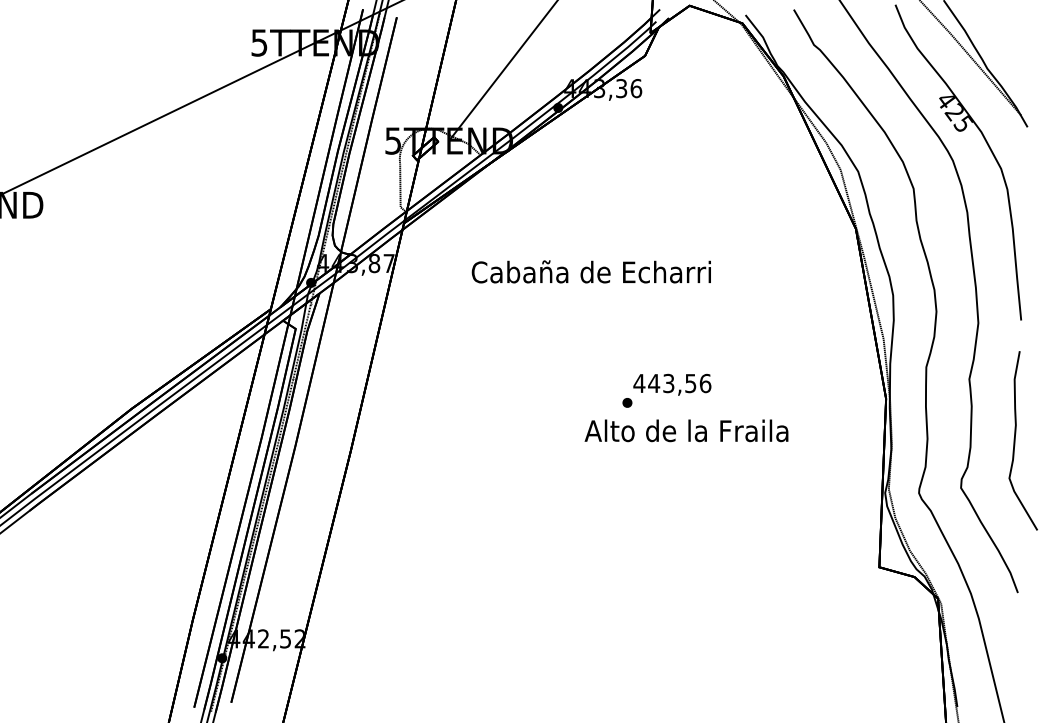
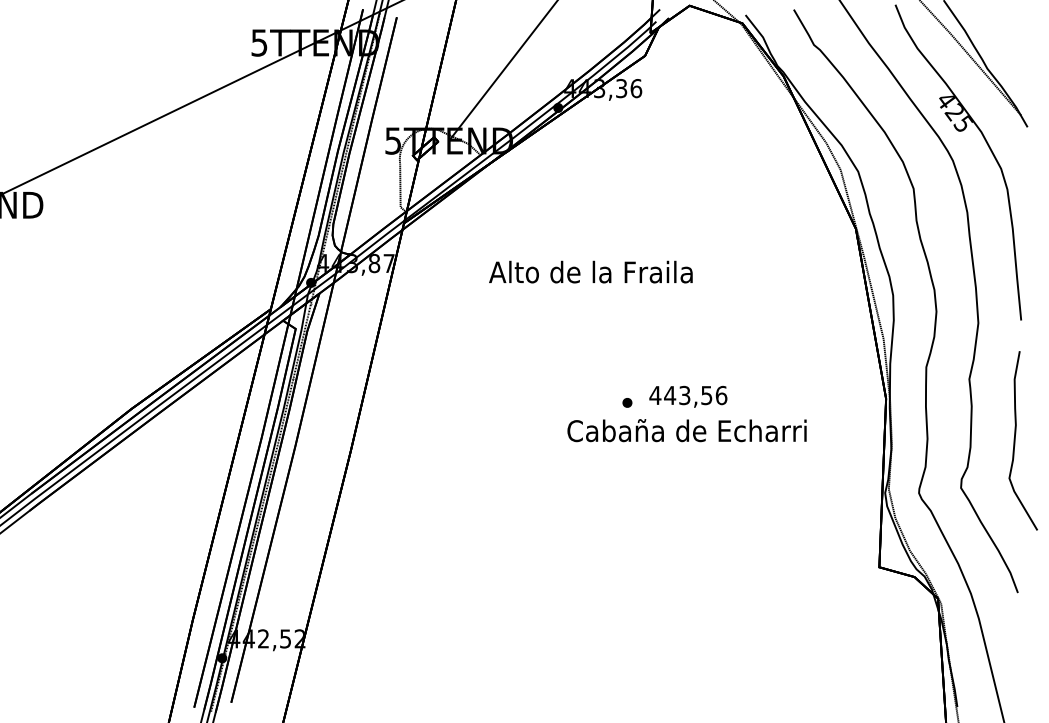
text at (590, 271): Cabaña de Echarri -> Alto de la Fraila
text at (672, 384) position: (672, 384) -> (688, 396)
text at (686, 430): Alto de la Fraila -> Cabaña de Echarri
